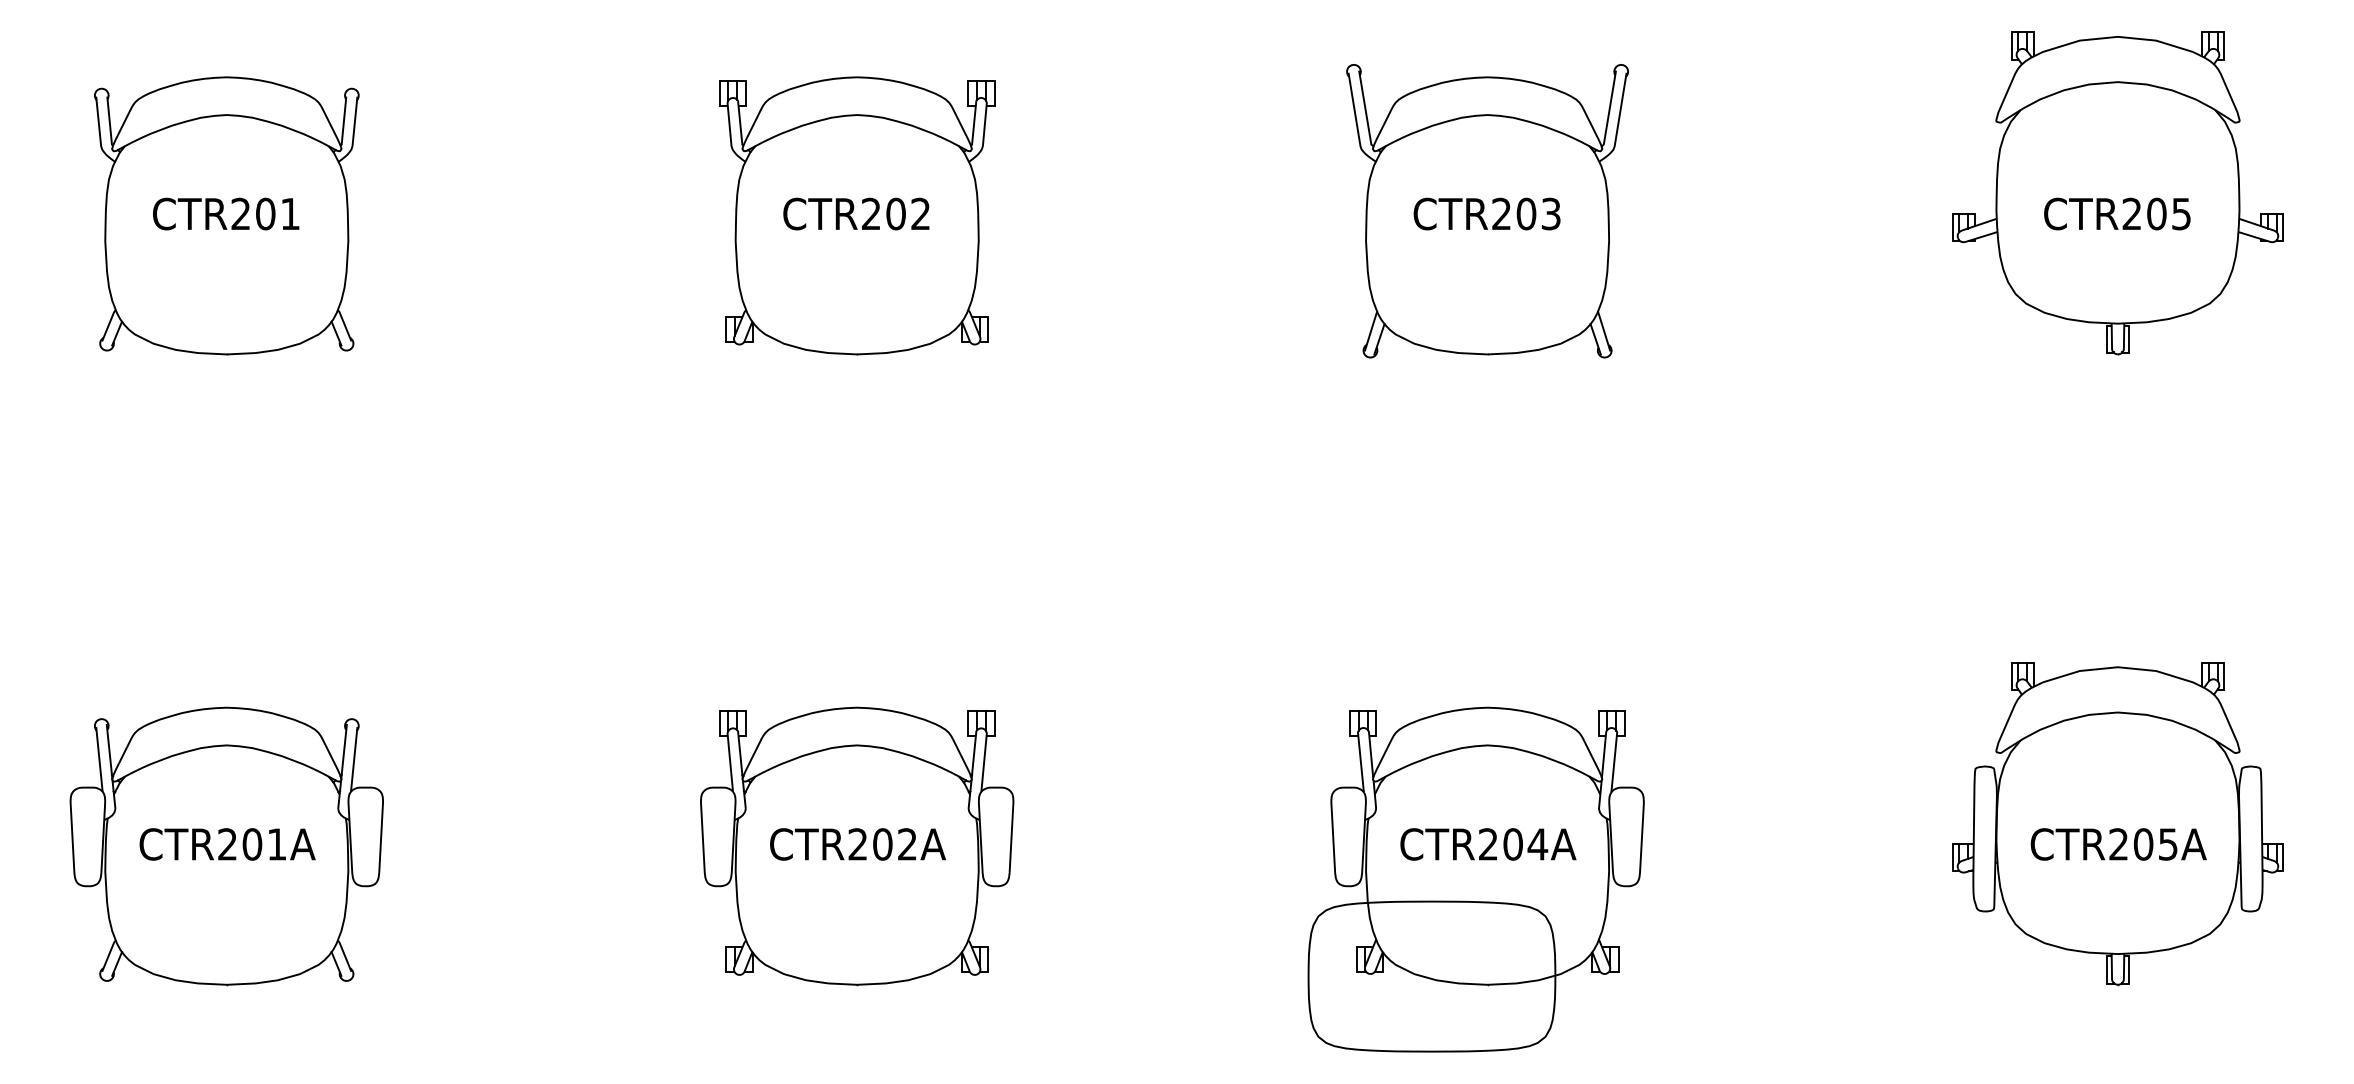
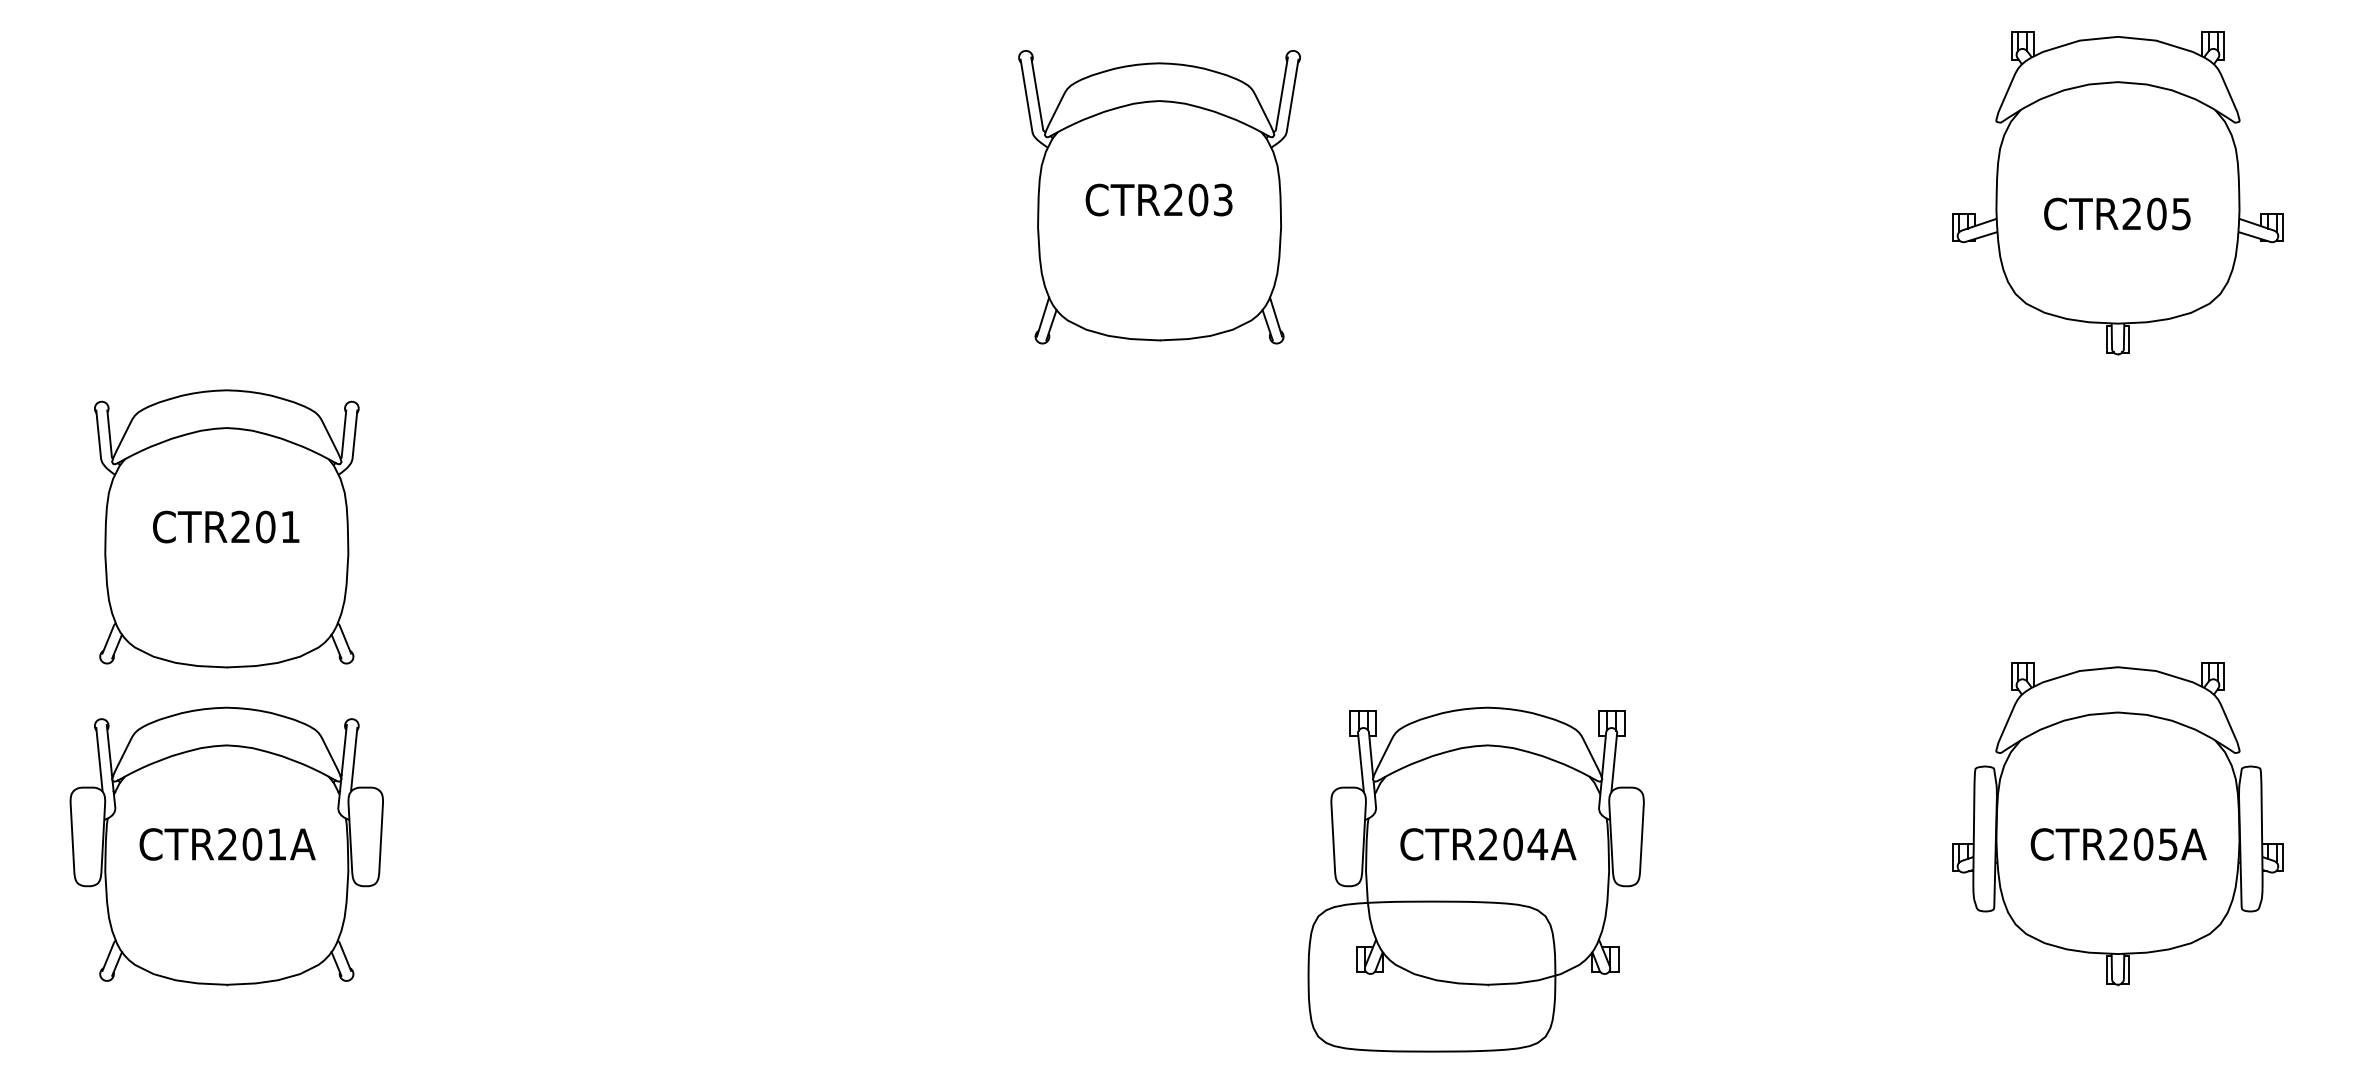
part at (1487, 211) position: (1487, 211) -> (1159, 197)
part at (226, 215) position: (226, 215) -> (226, 528)
part at (857, 215): present -> none
part at (857, 846): present -> none
